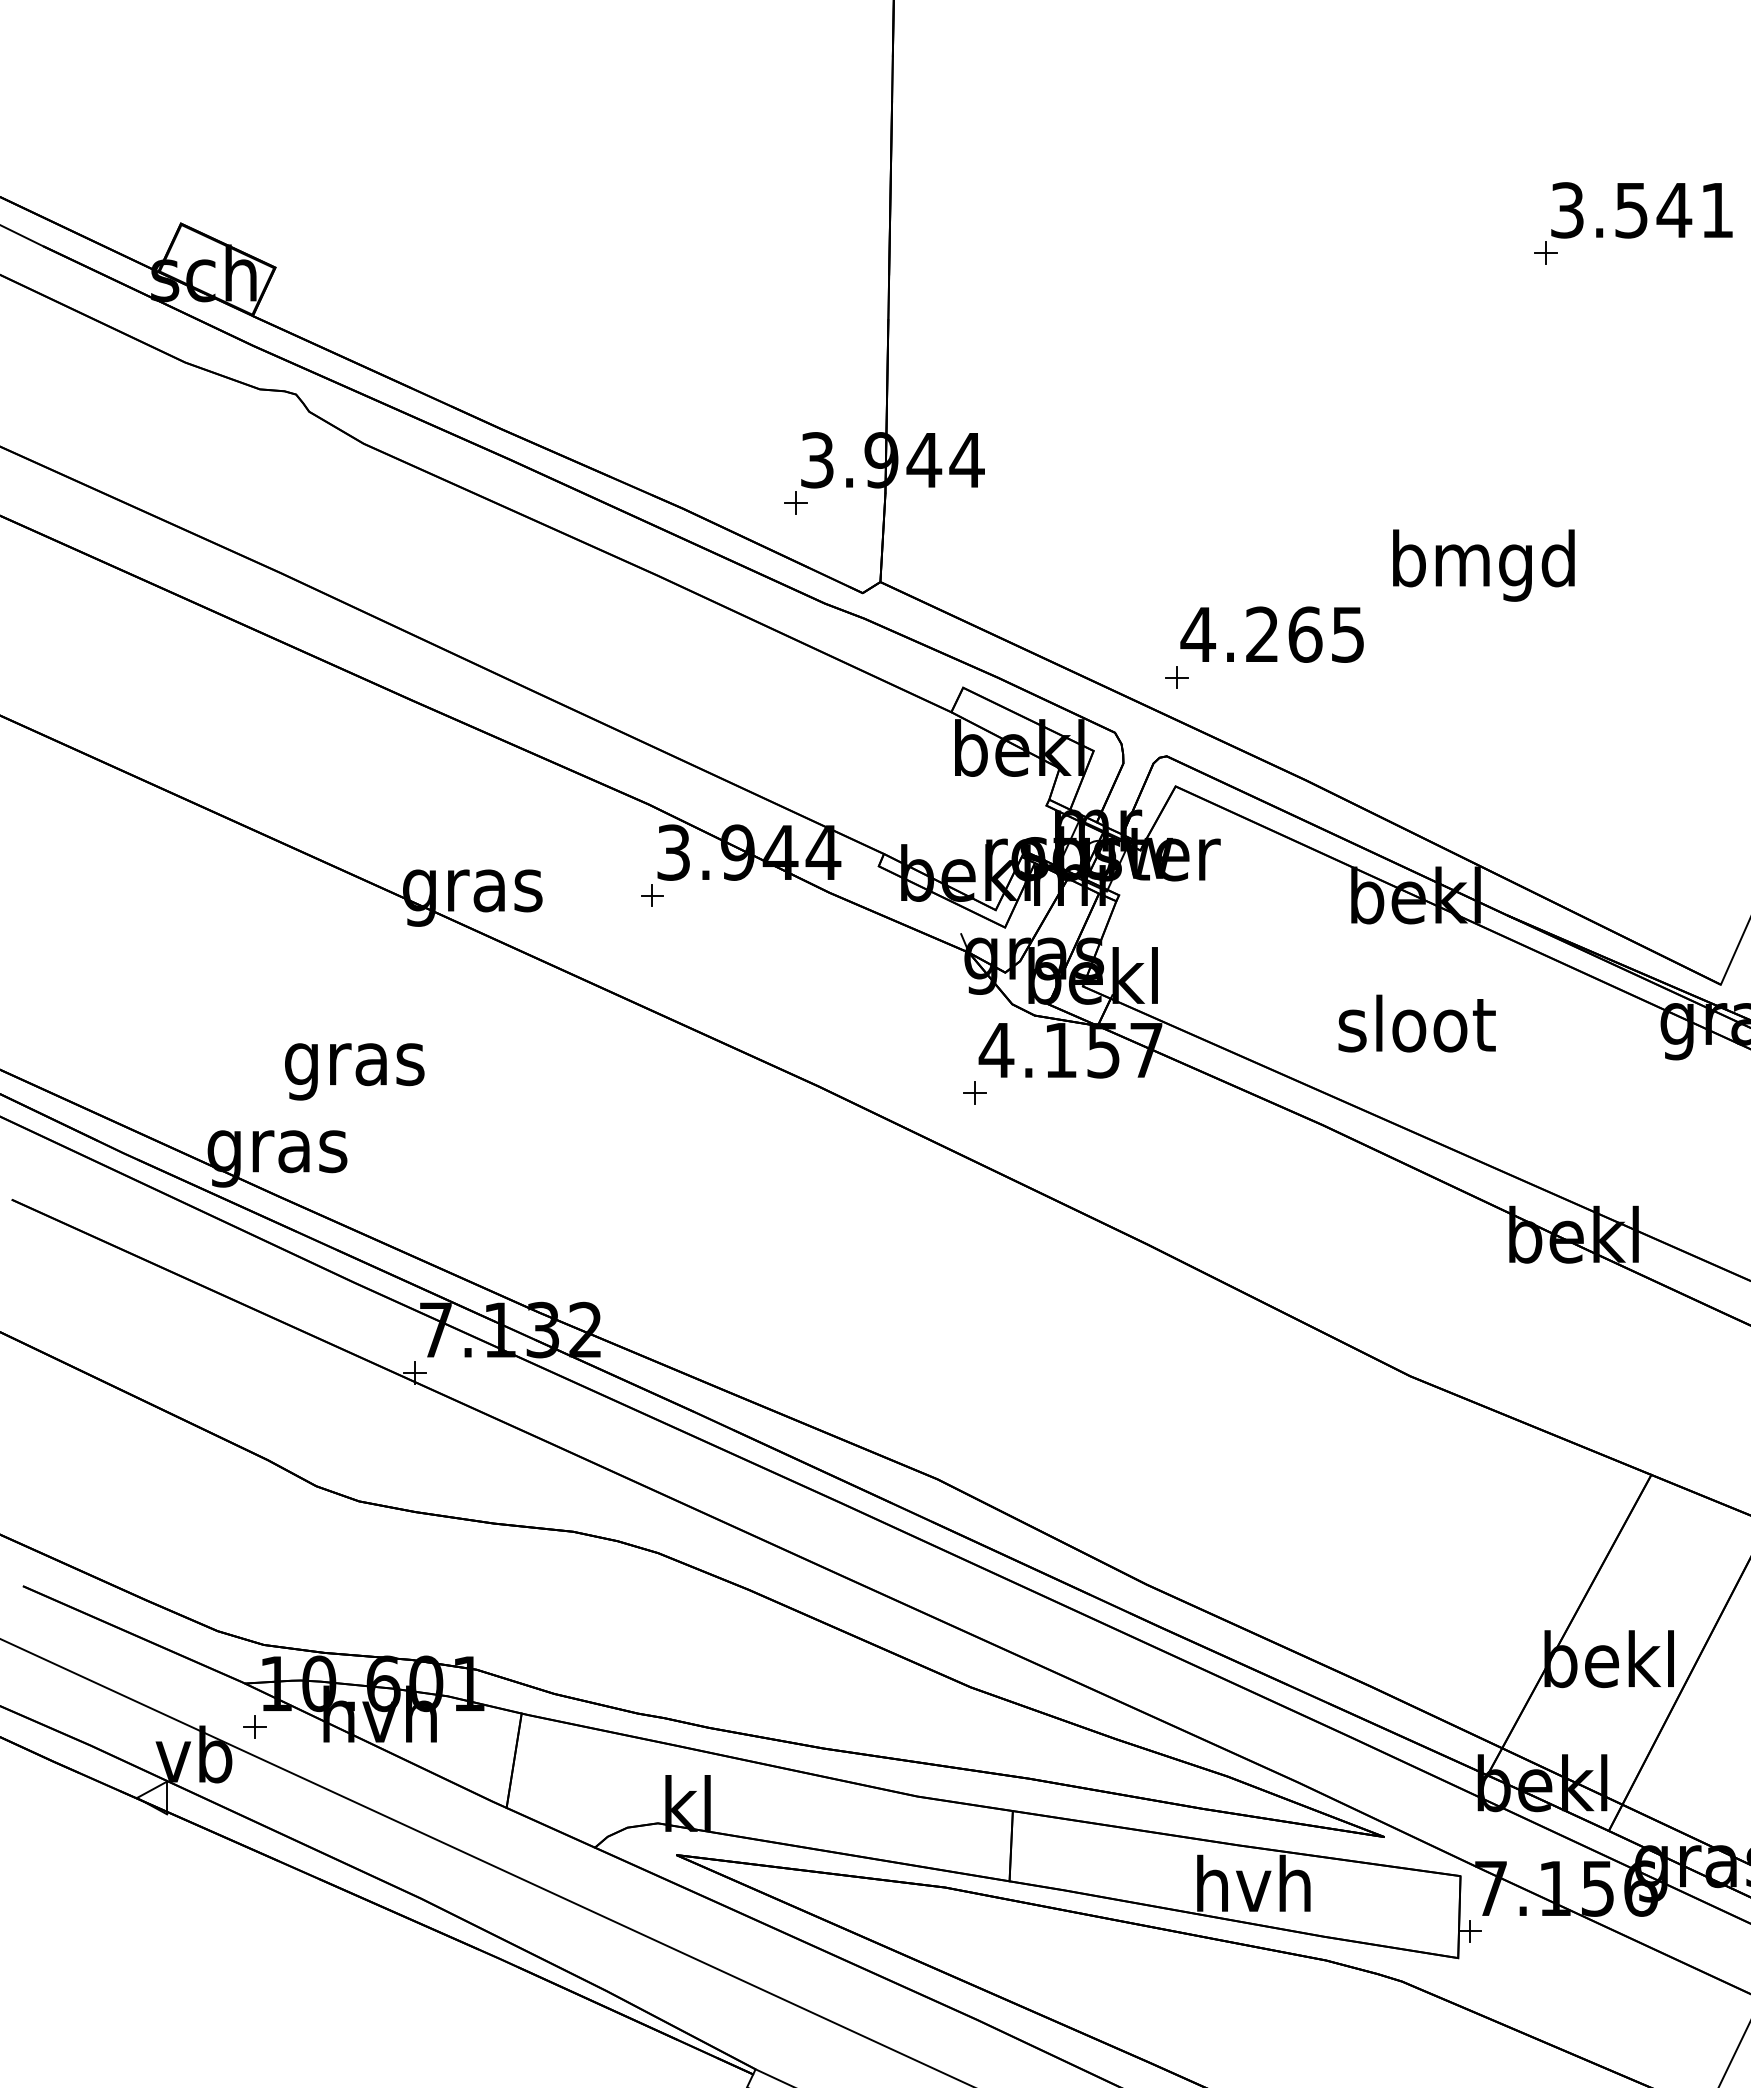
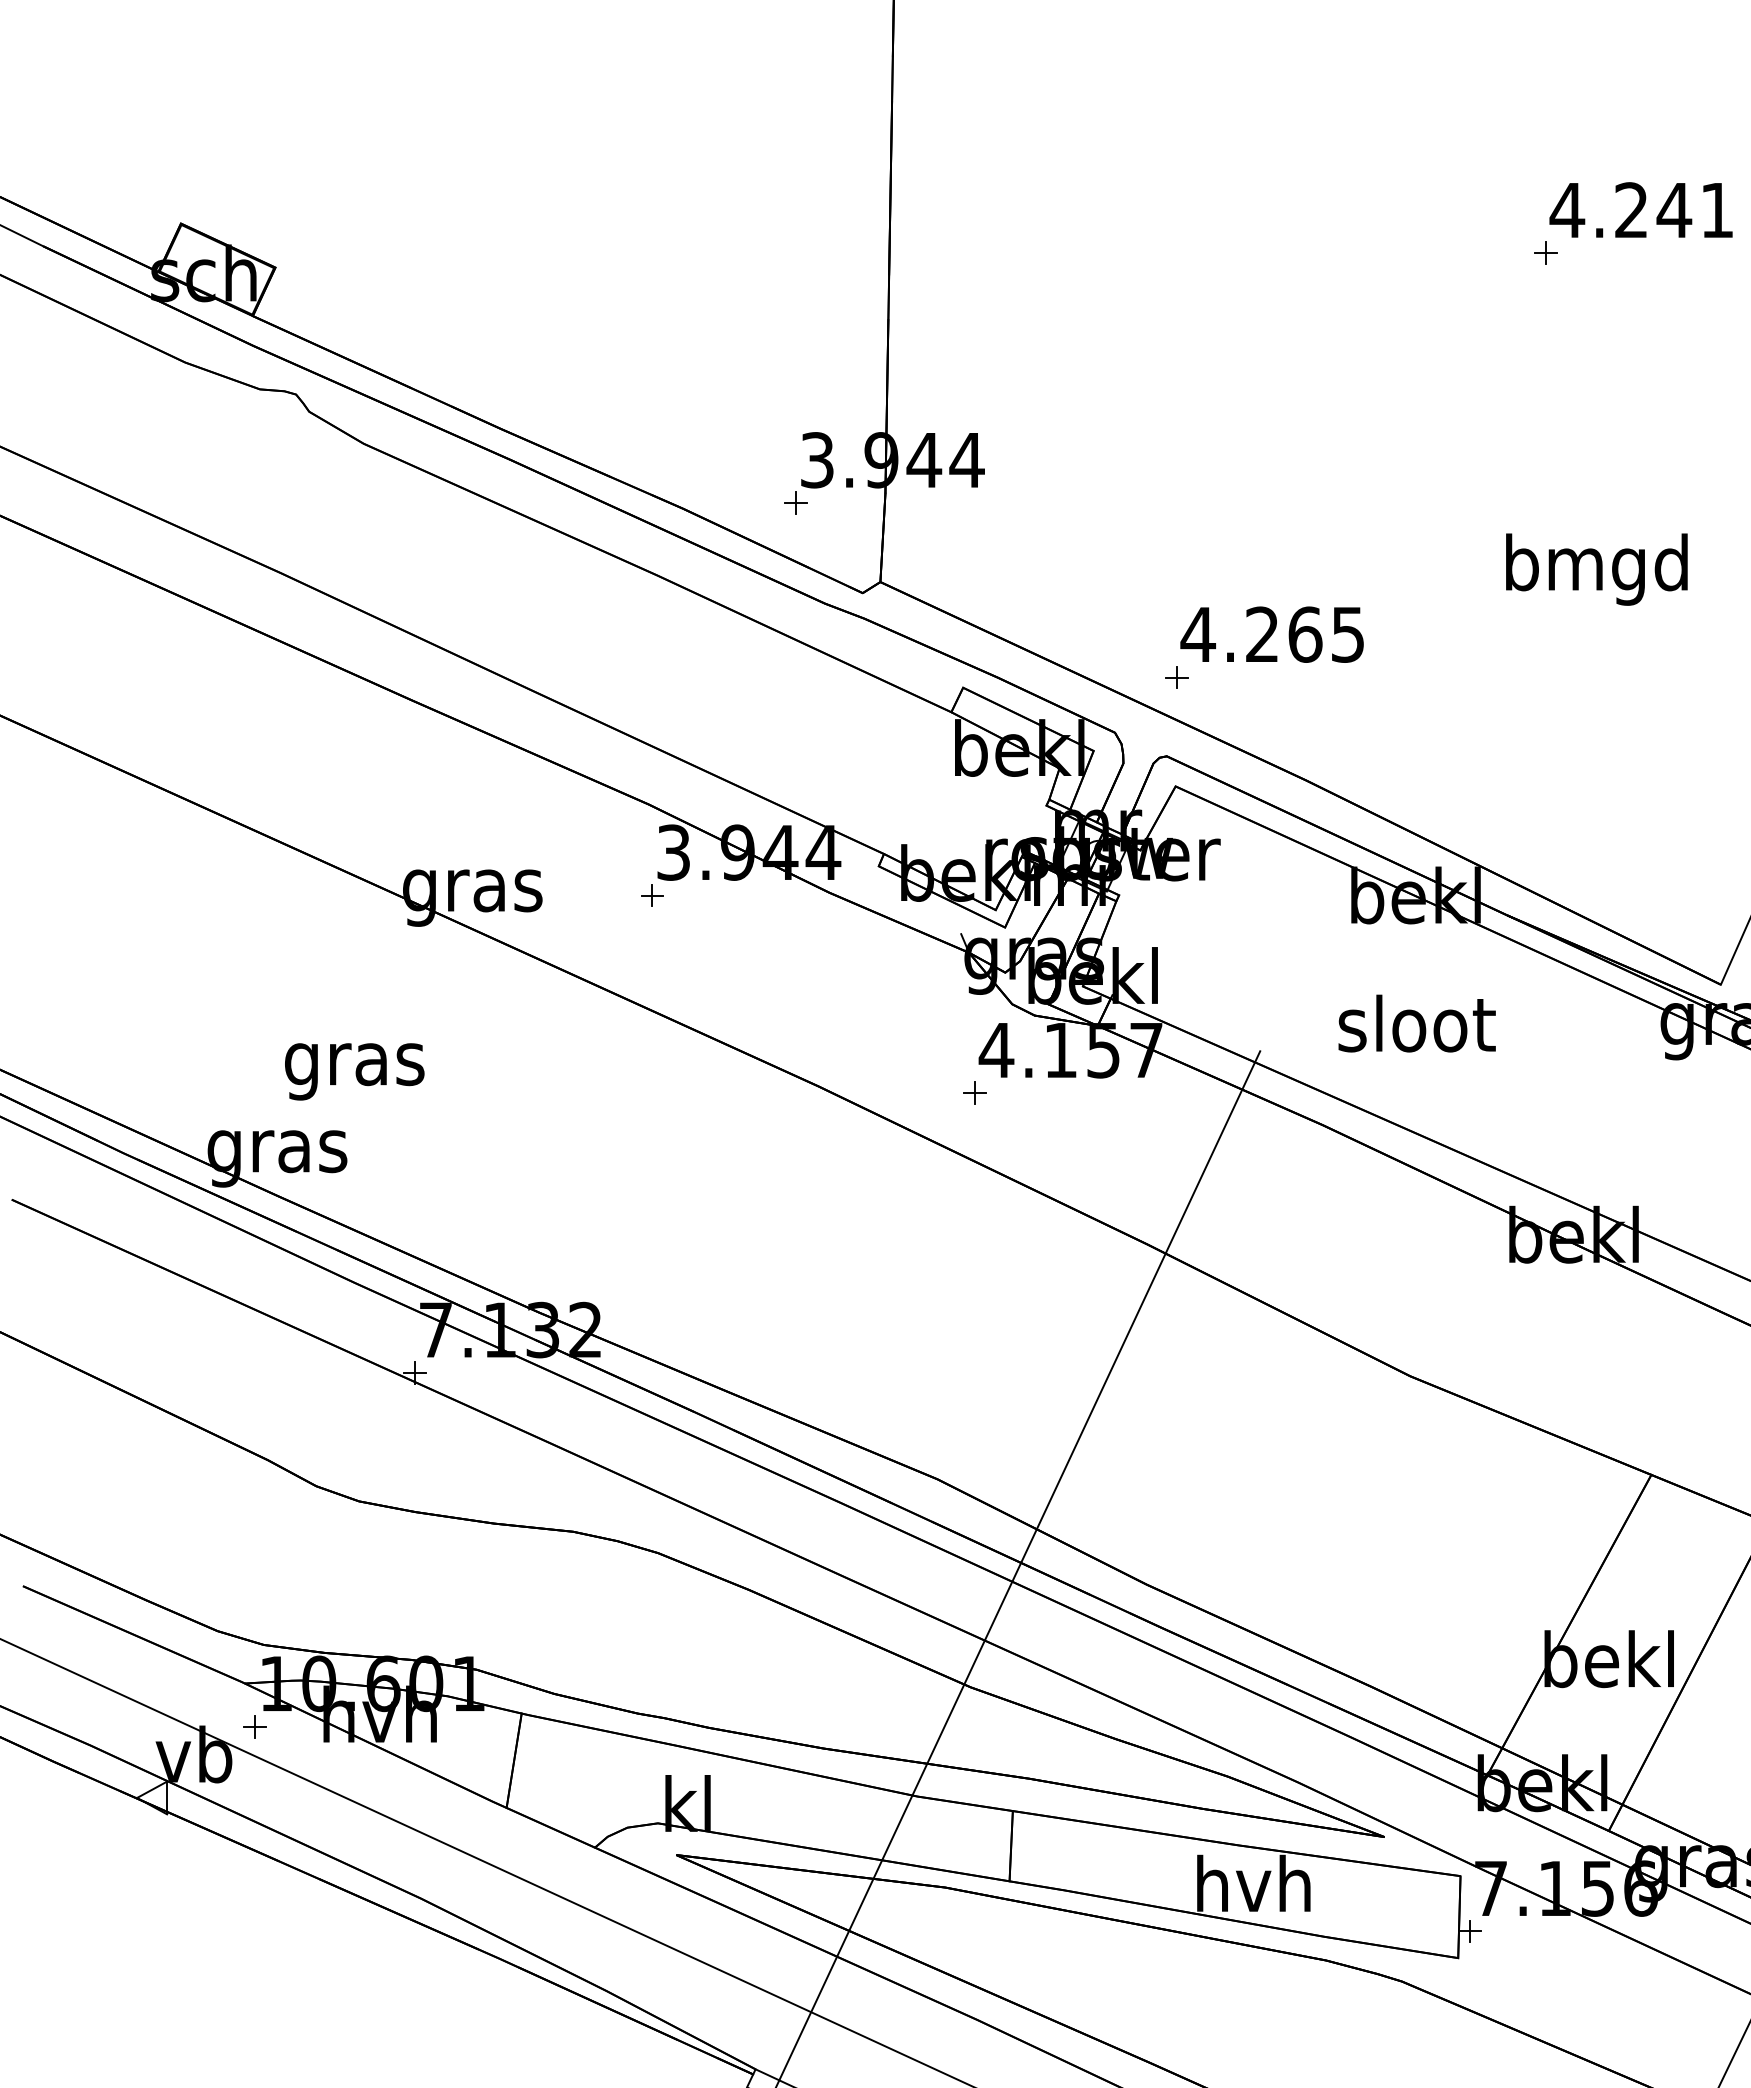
text at (1598, 210): 3.541 -> 4.241
text at (1483, 565) position: (1483, 565) -> (1596, 569)
line at (1018, 1567): none -> present
